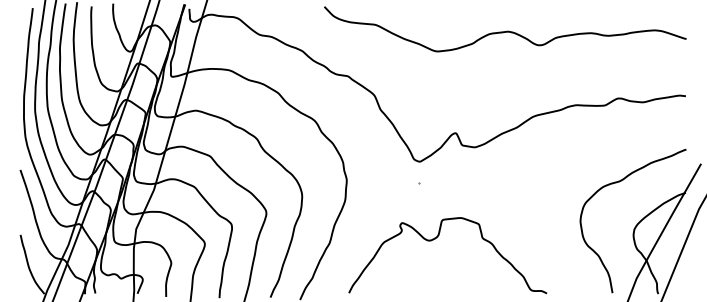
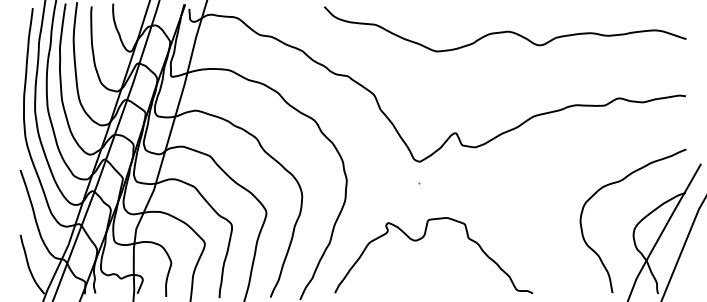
curve at (435, 239) position: (435, 239) -> (421, 239)
